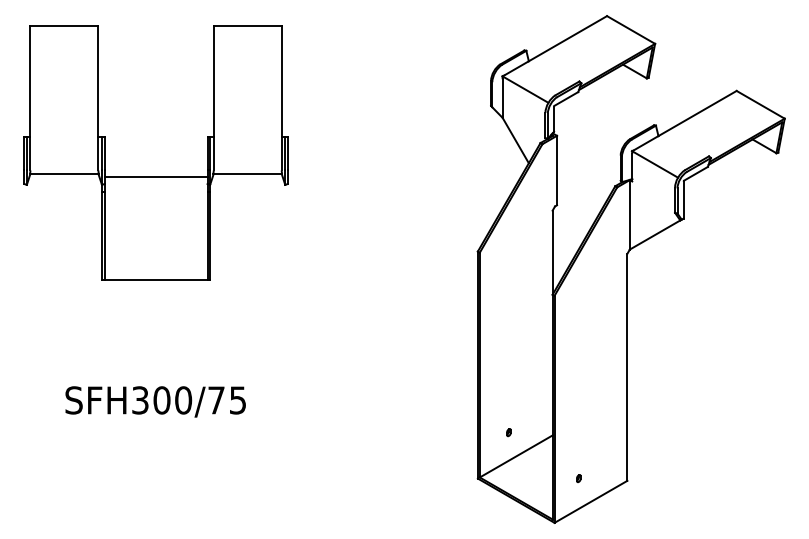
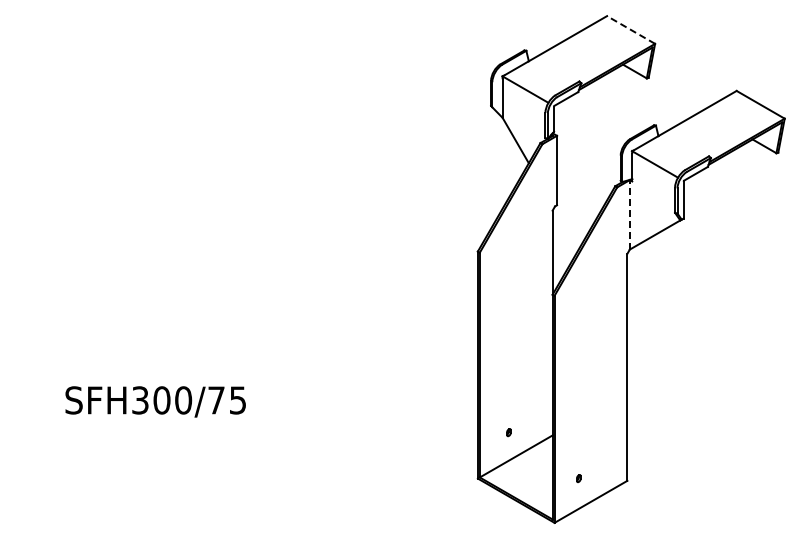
line at (631, 30): solid -> dashed
part at (155, 176): present -> none
line at (629, 214): solid -> dashed
